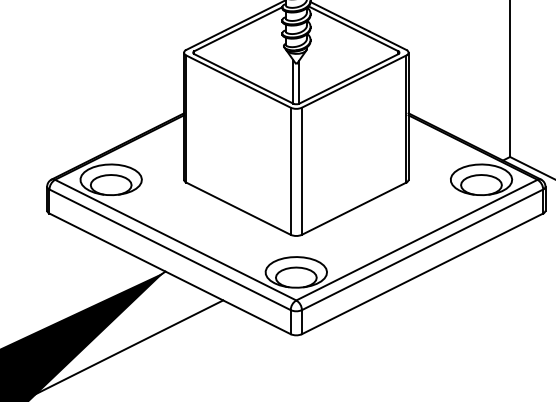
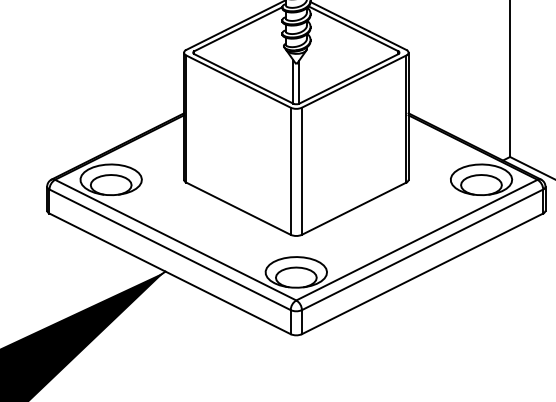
line at (124, 349): present -> none
